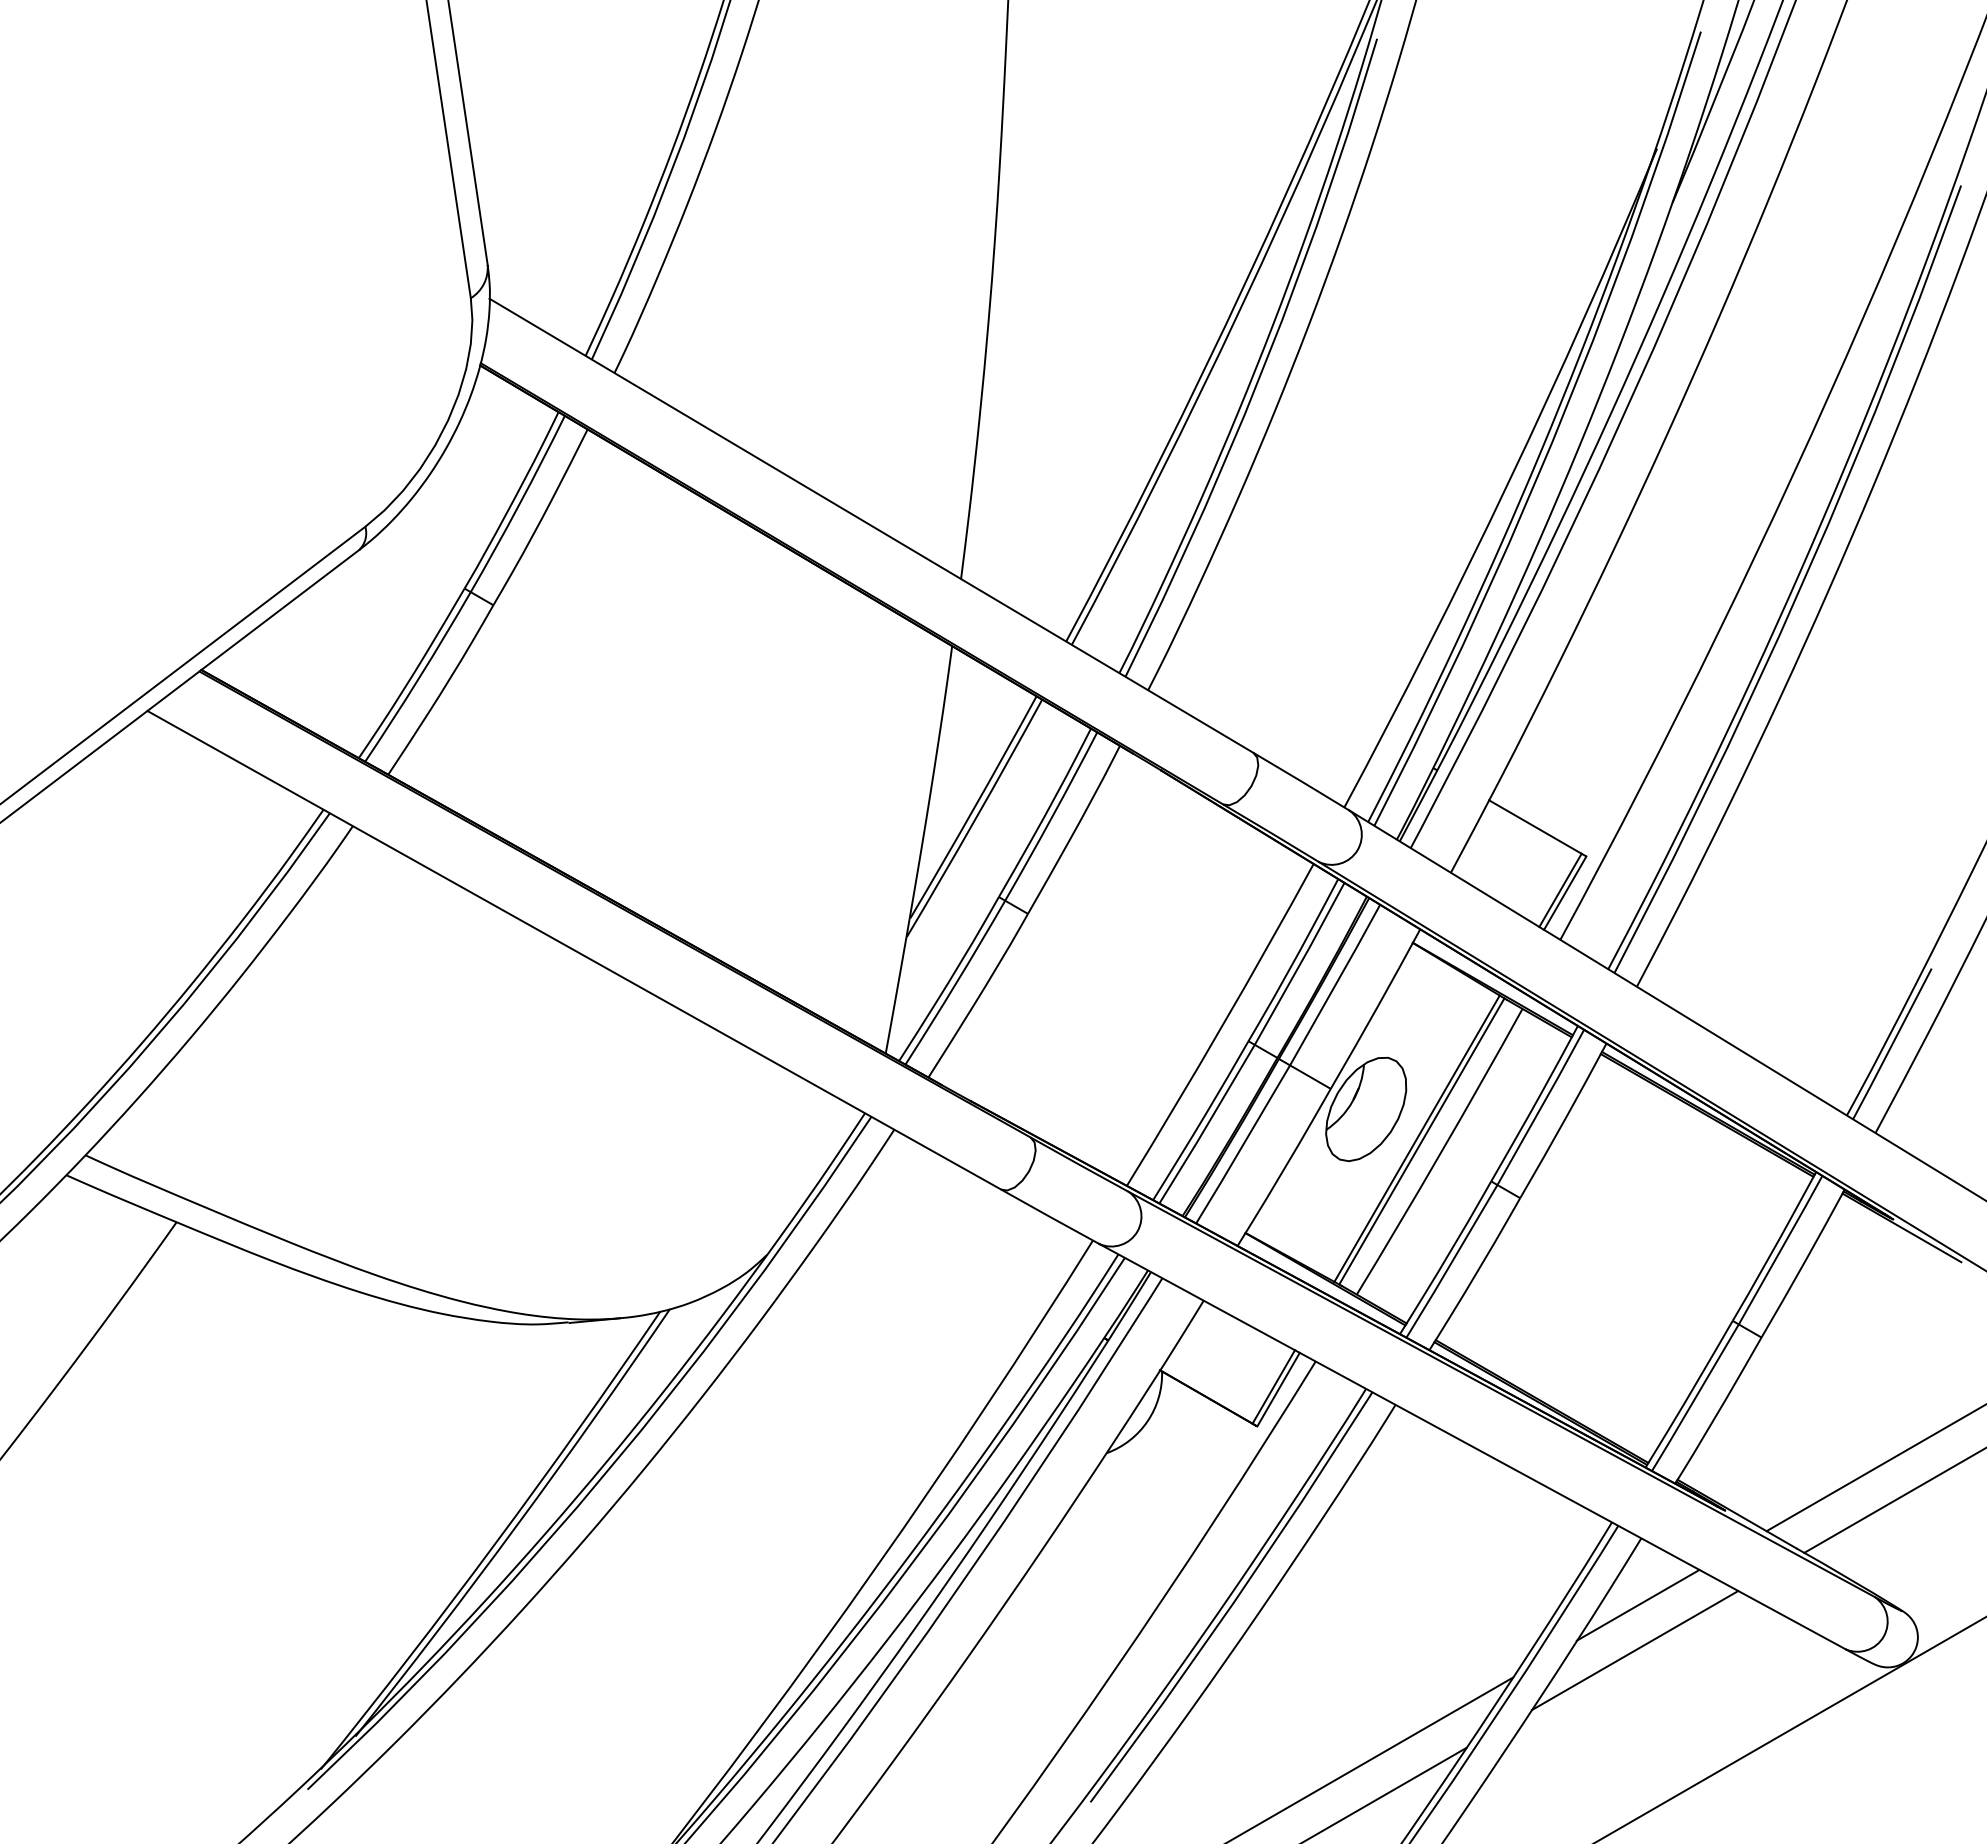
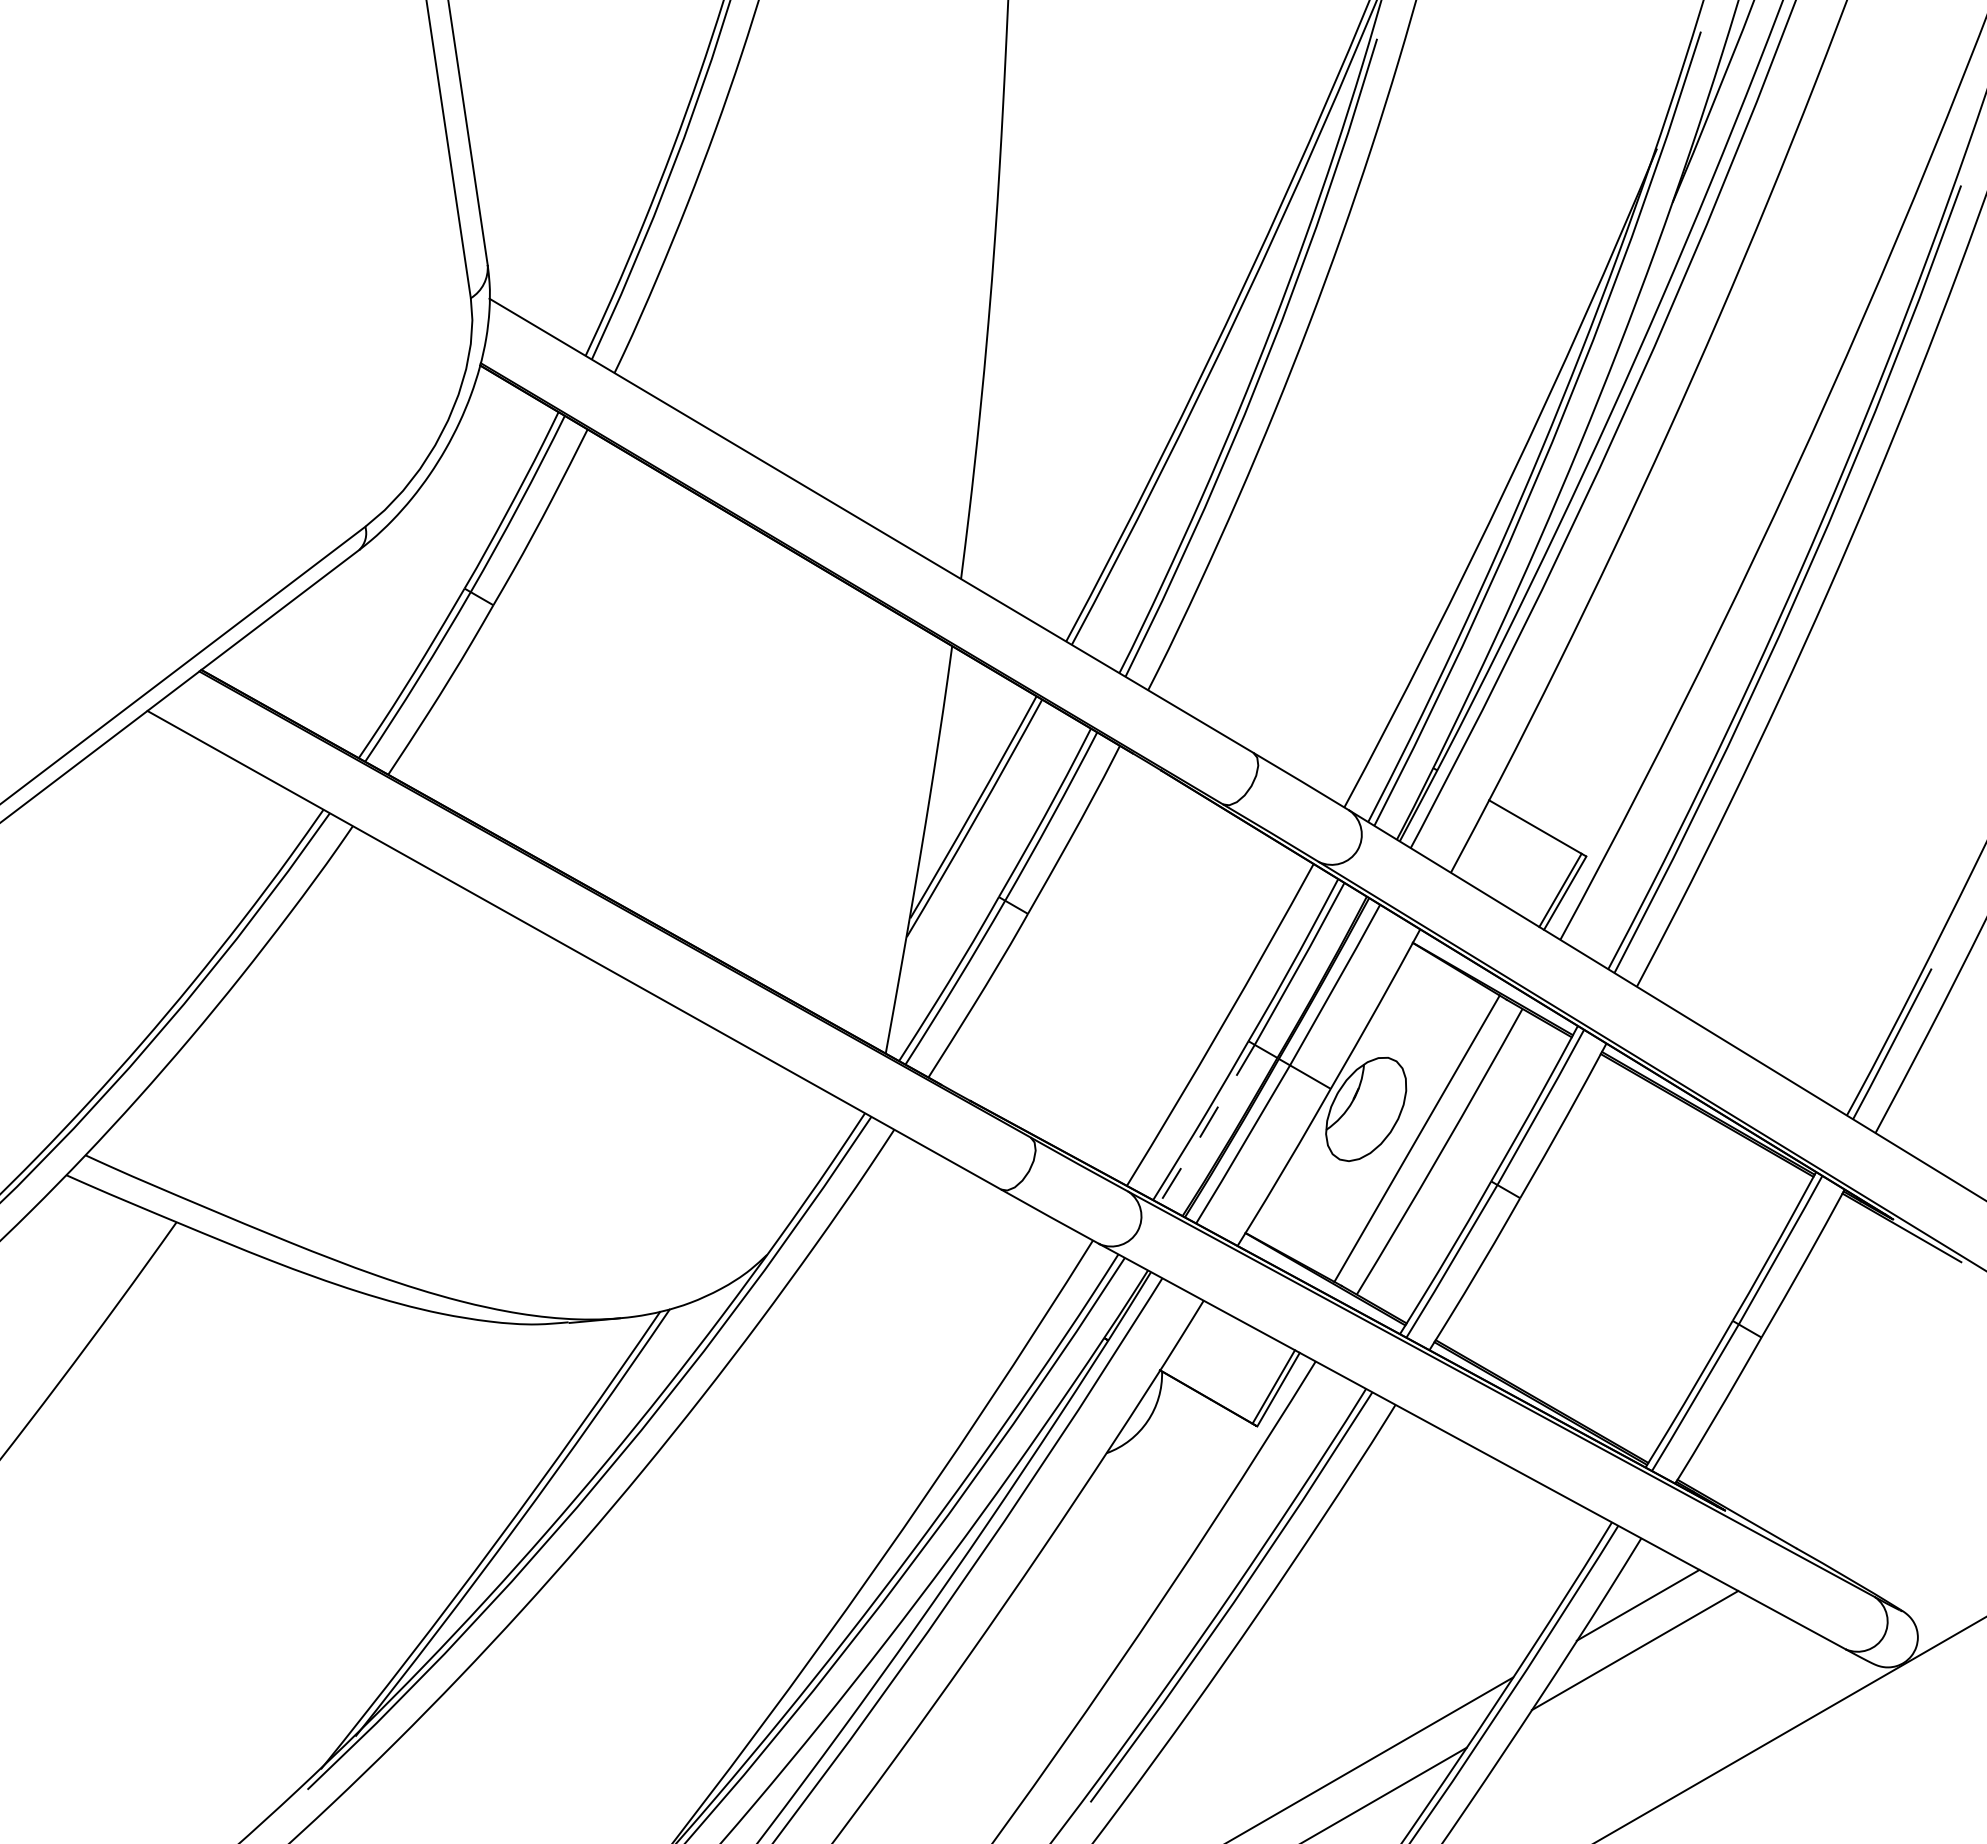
line at (1207, 1125): solid -> dashed
line at (1421, 1141): present -> none
line at (1874, 1468): present -> none
line at (1893, 1500): present -> none
